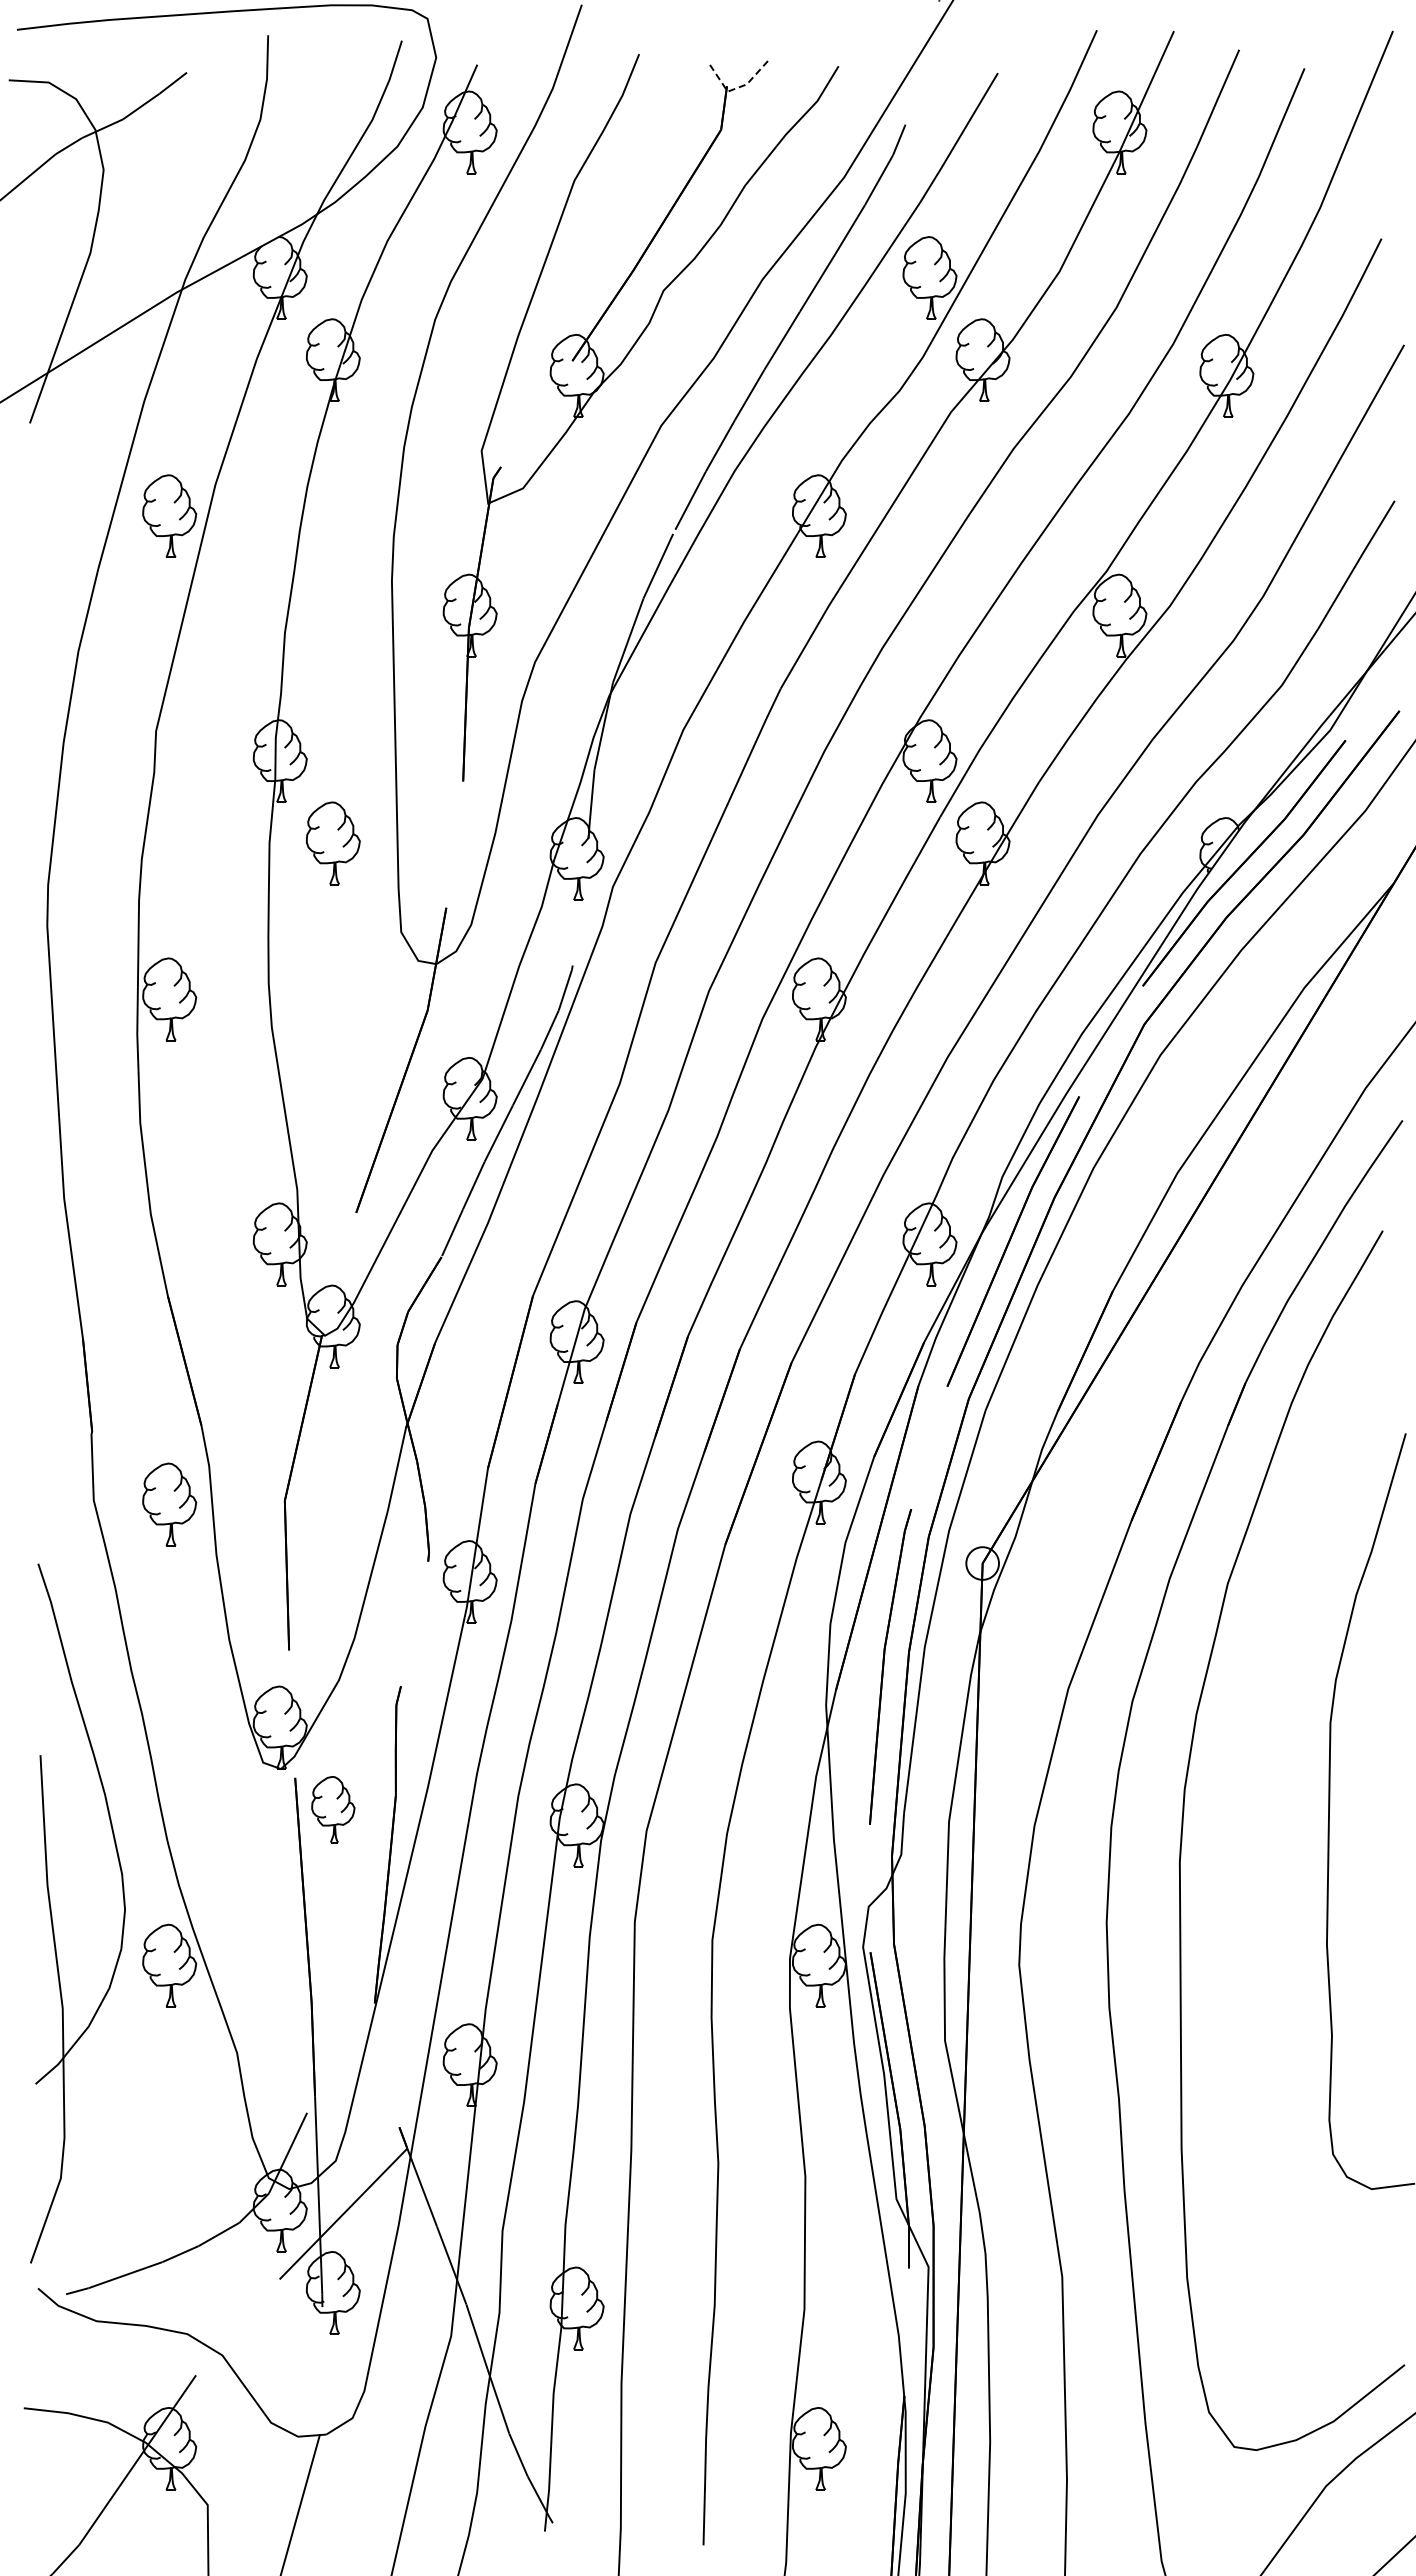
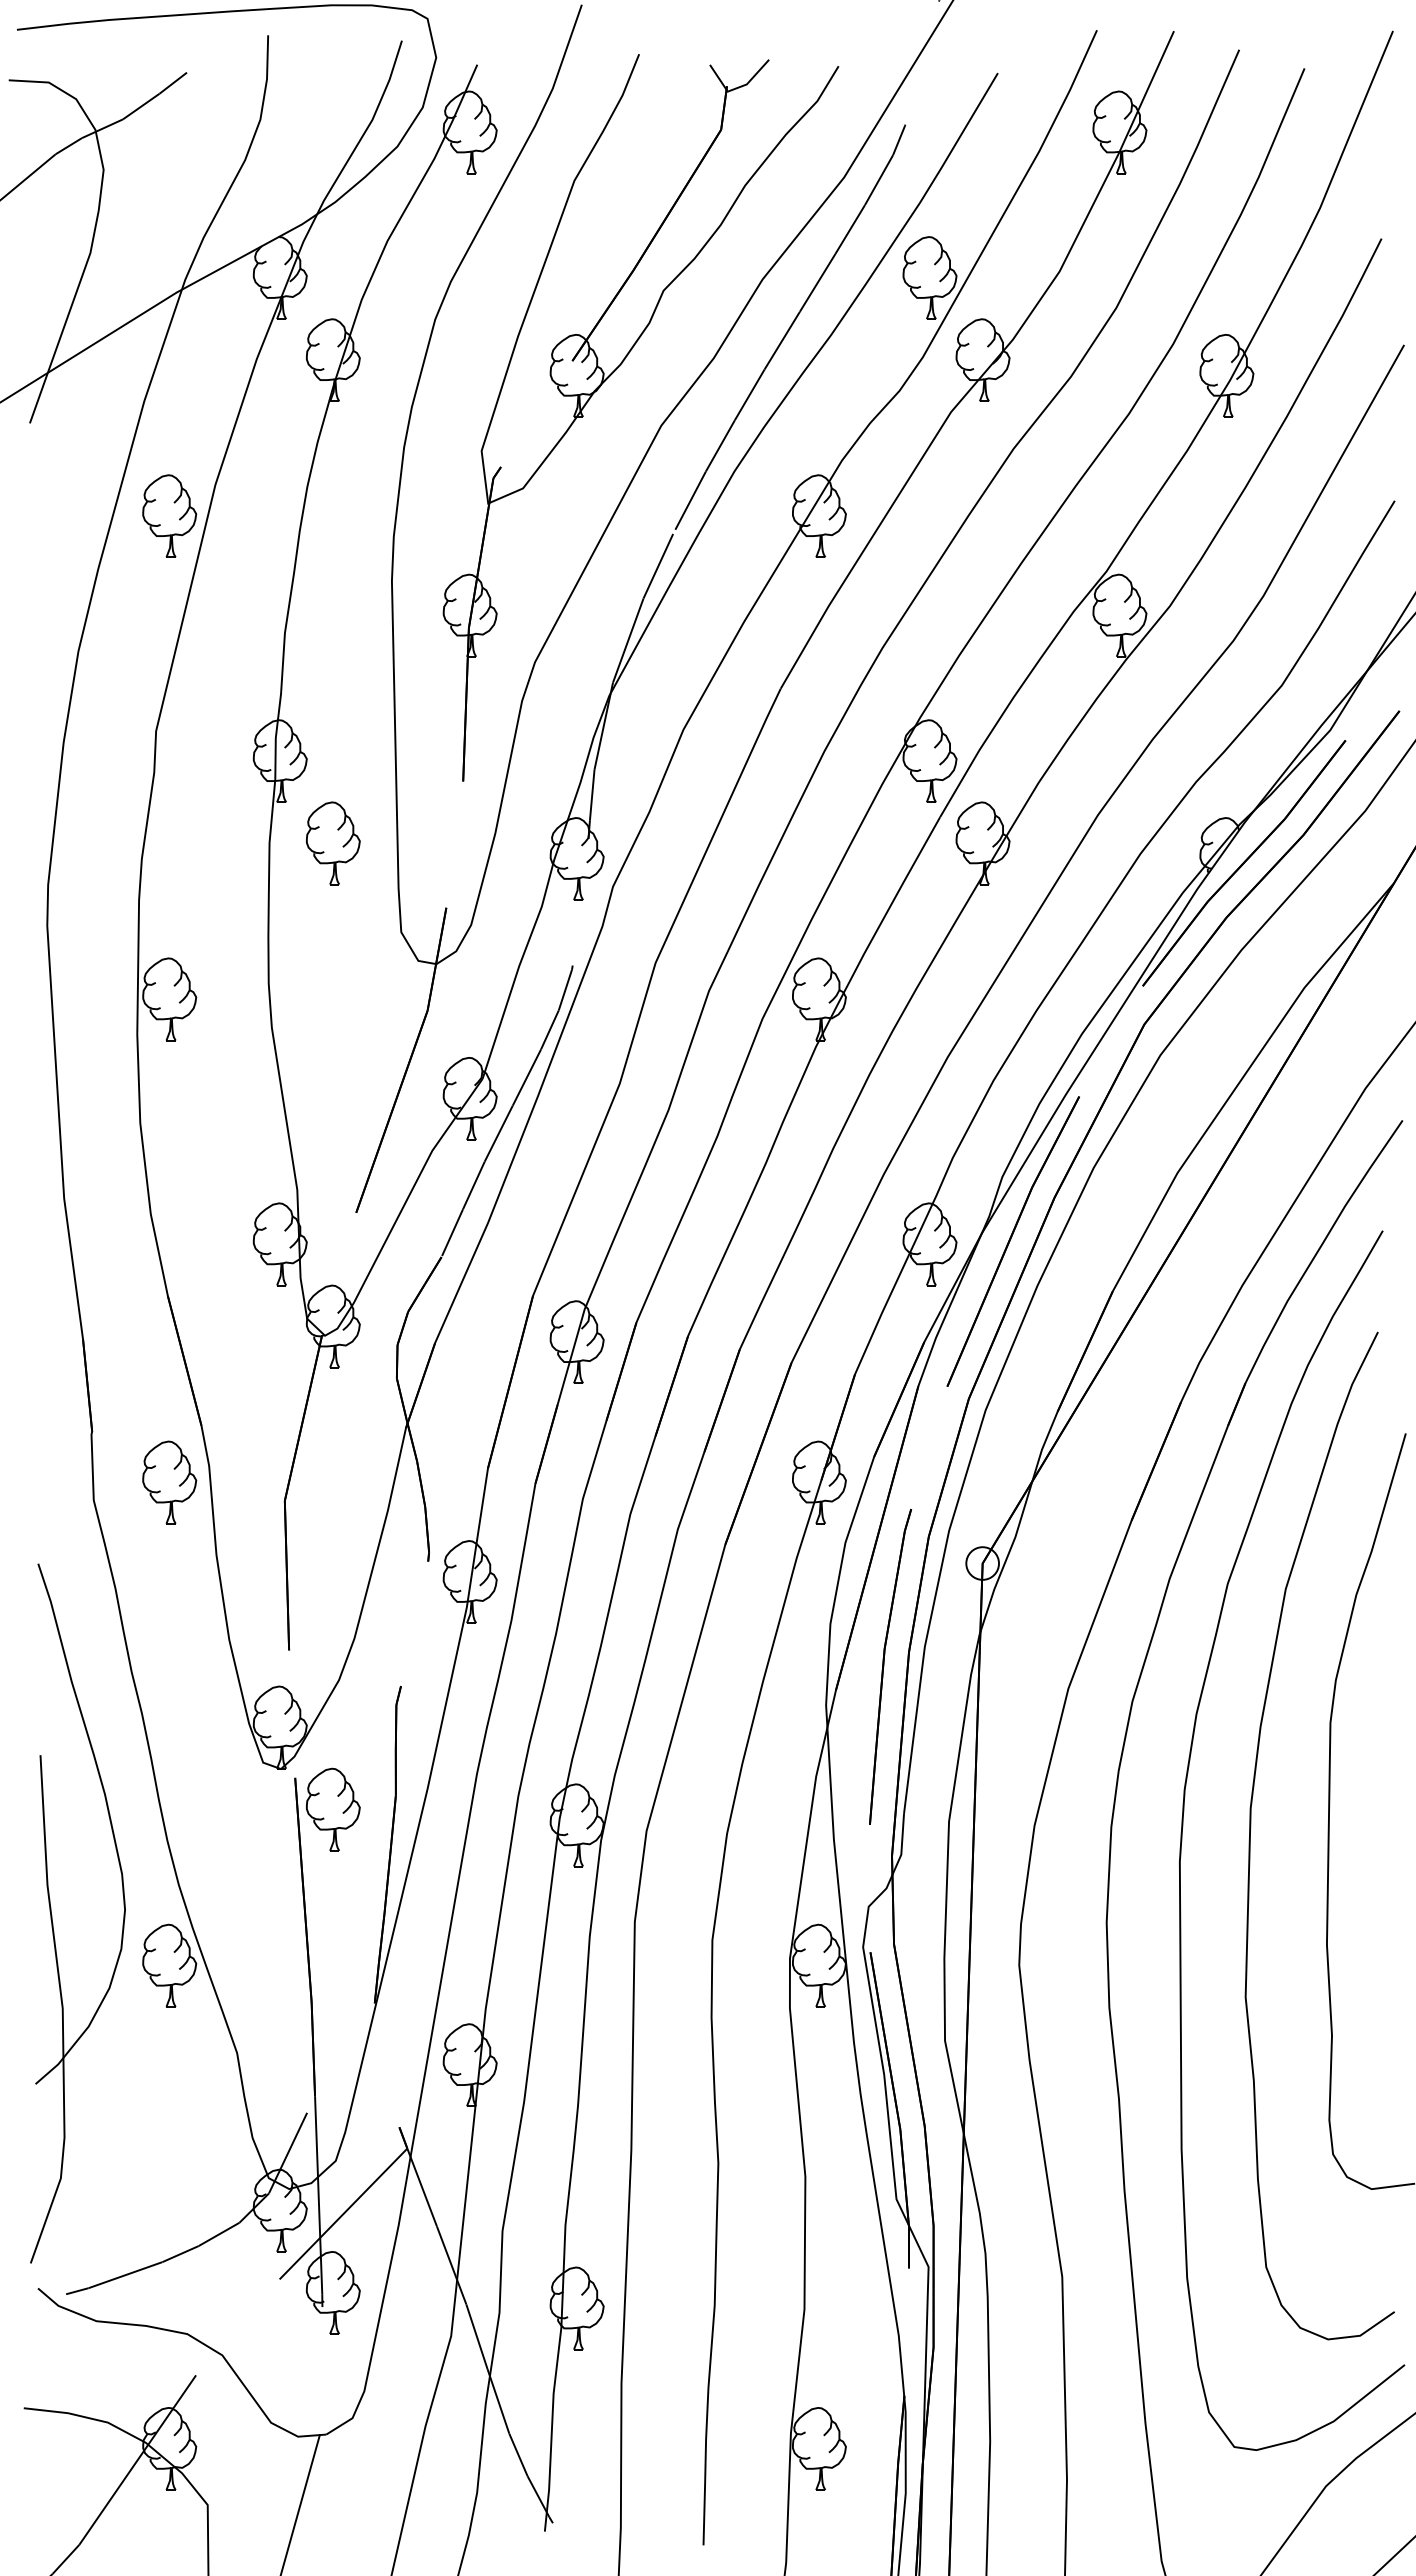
line at (737, 87): dashed -> solid
part at (169, 1504) position: (169, 1504) -> (169, 1482)
part at (333, 1809) size: 45x68 px -> 55x85 px
curve at (1251, 1828): none -> present
